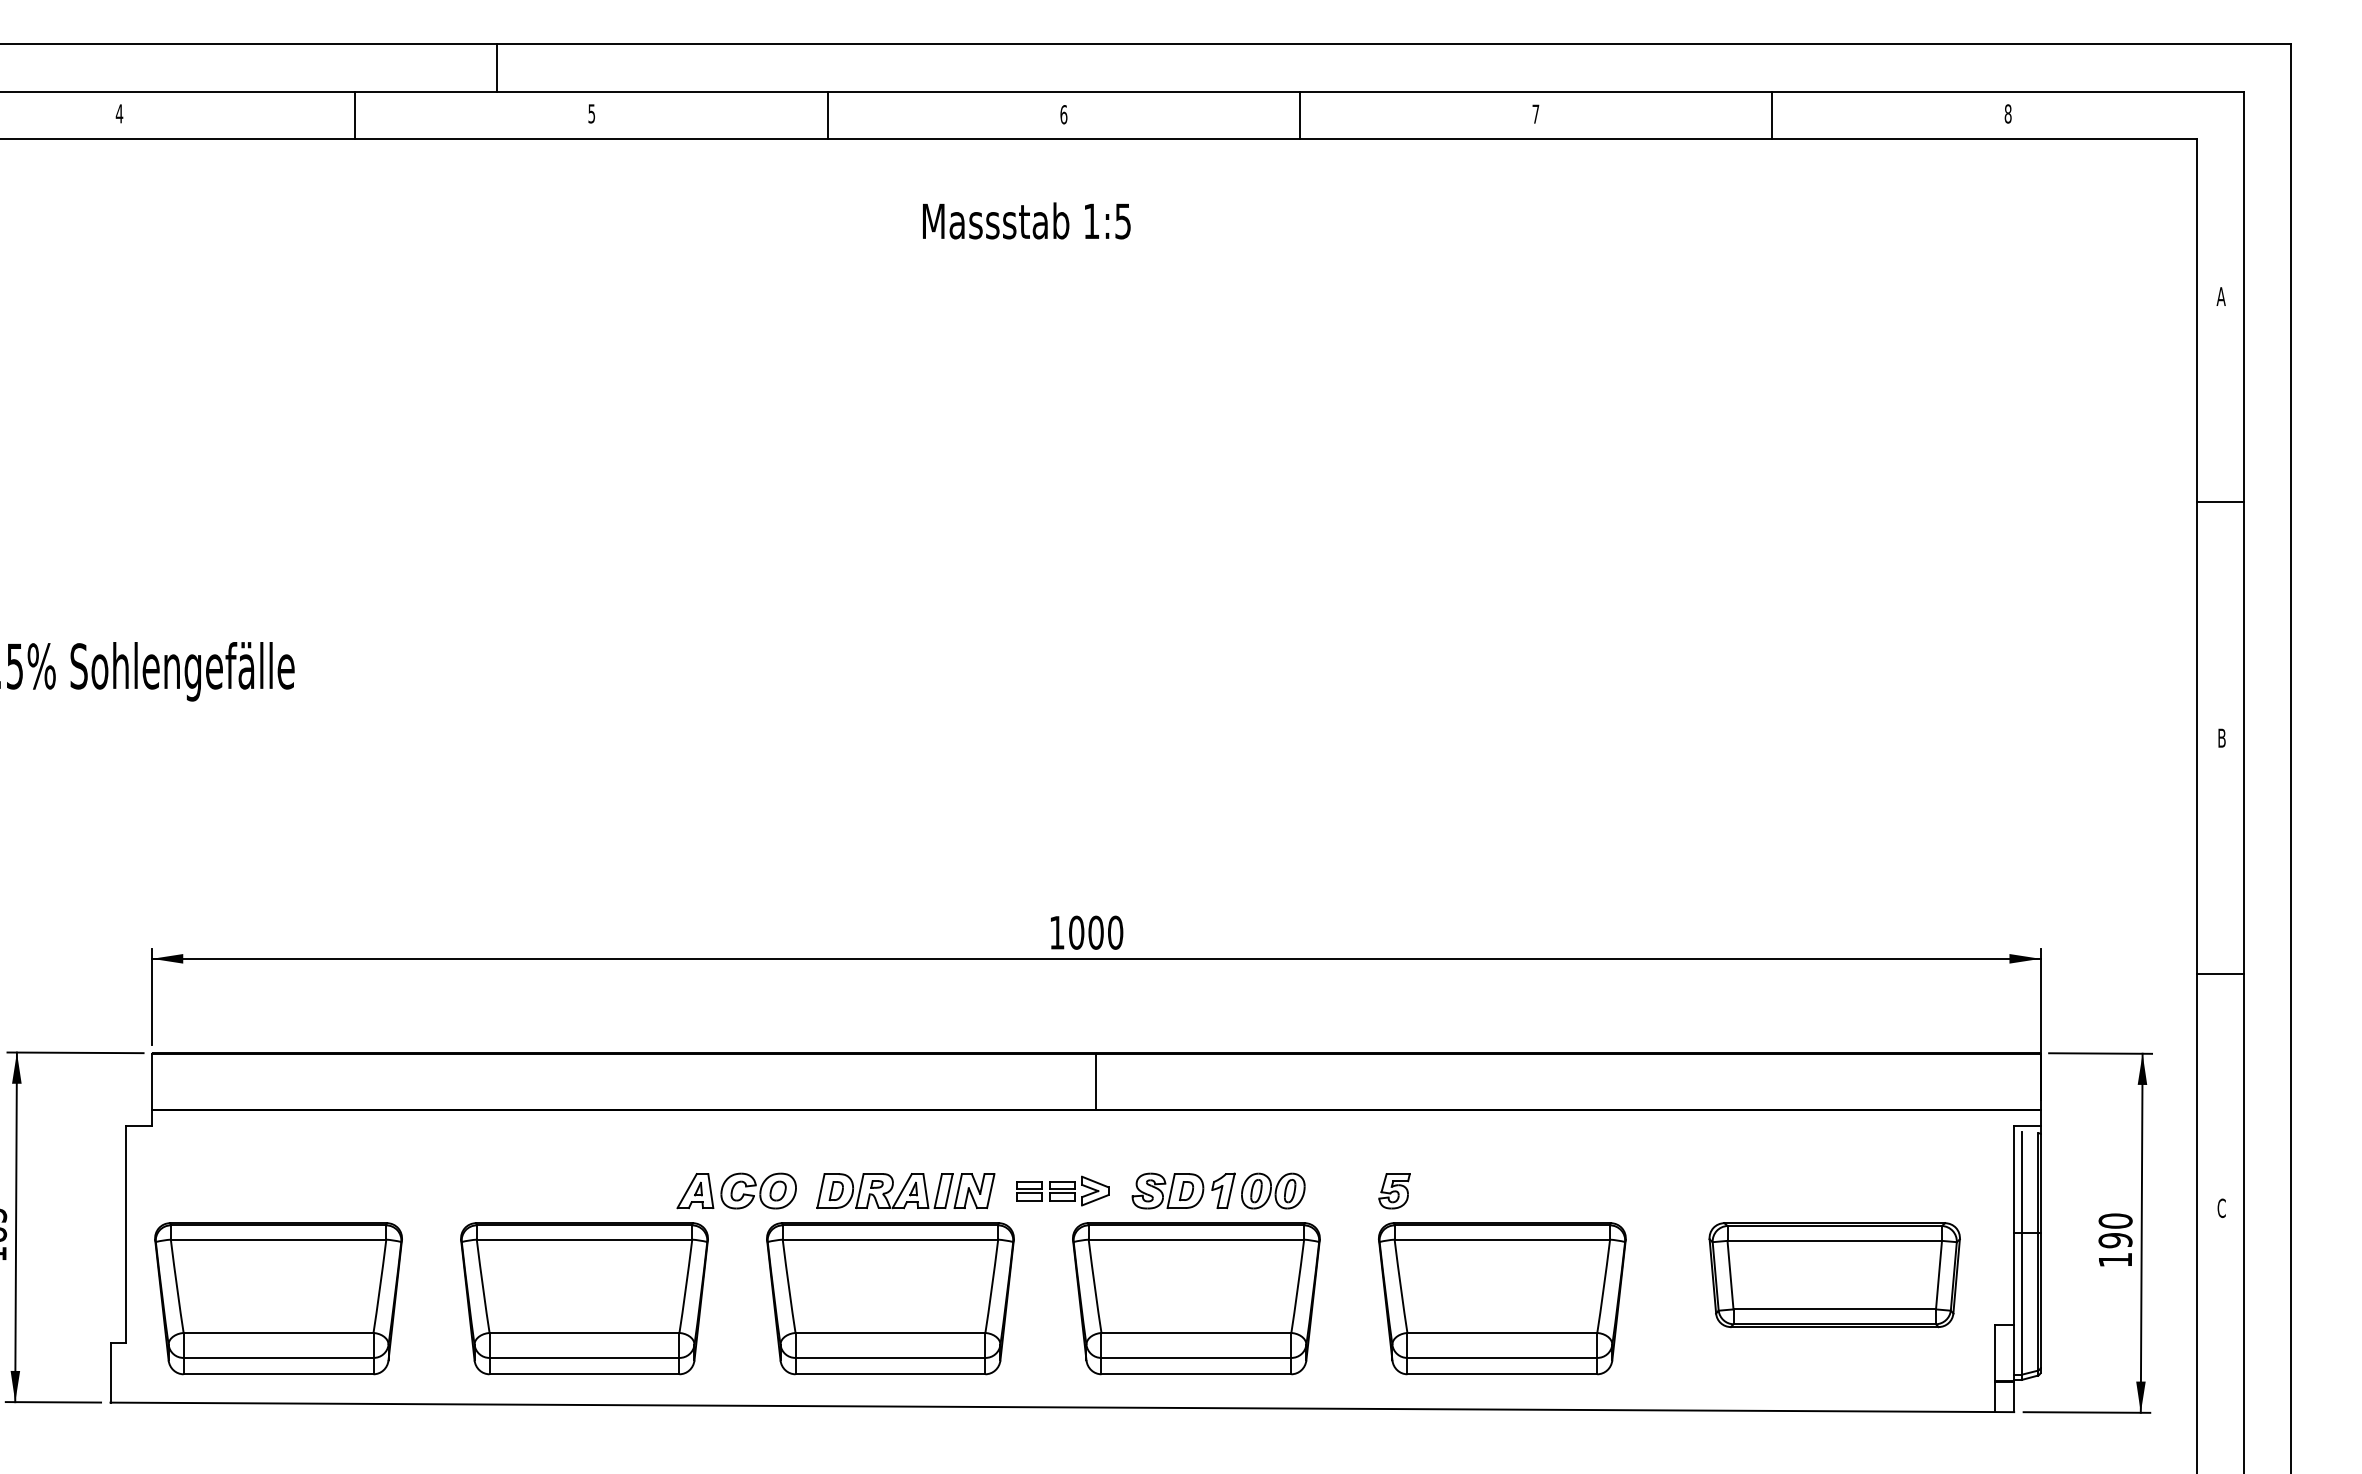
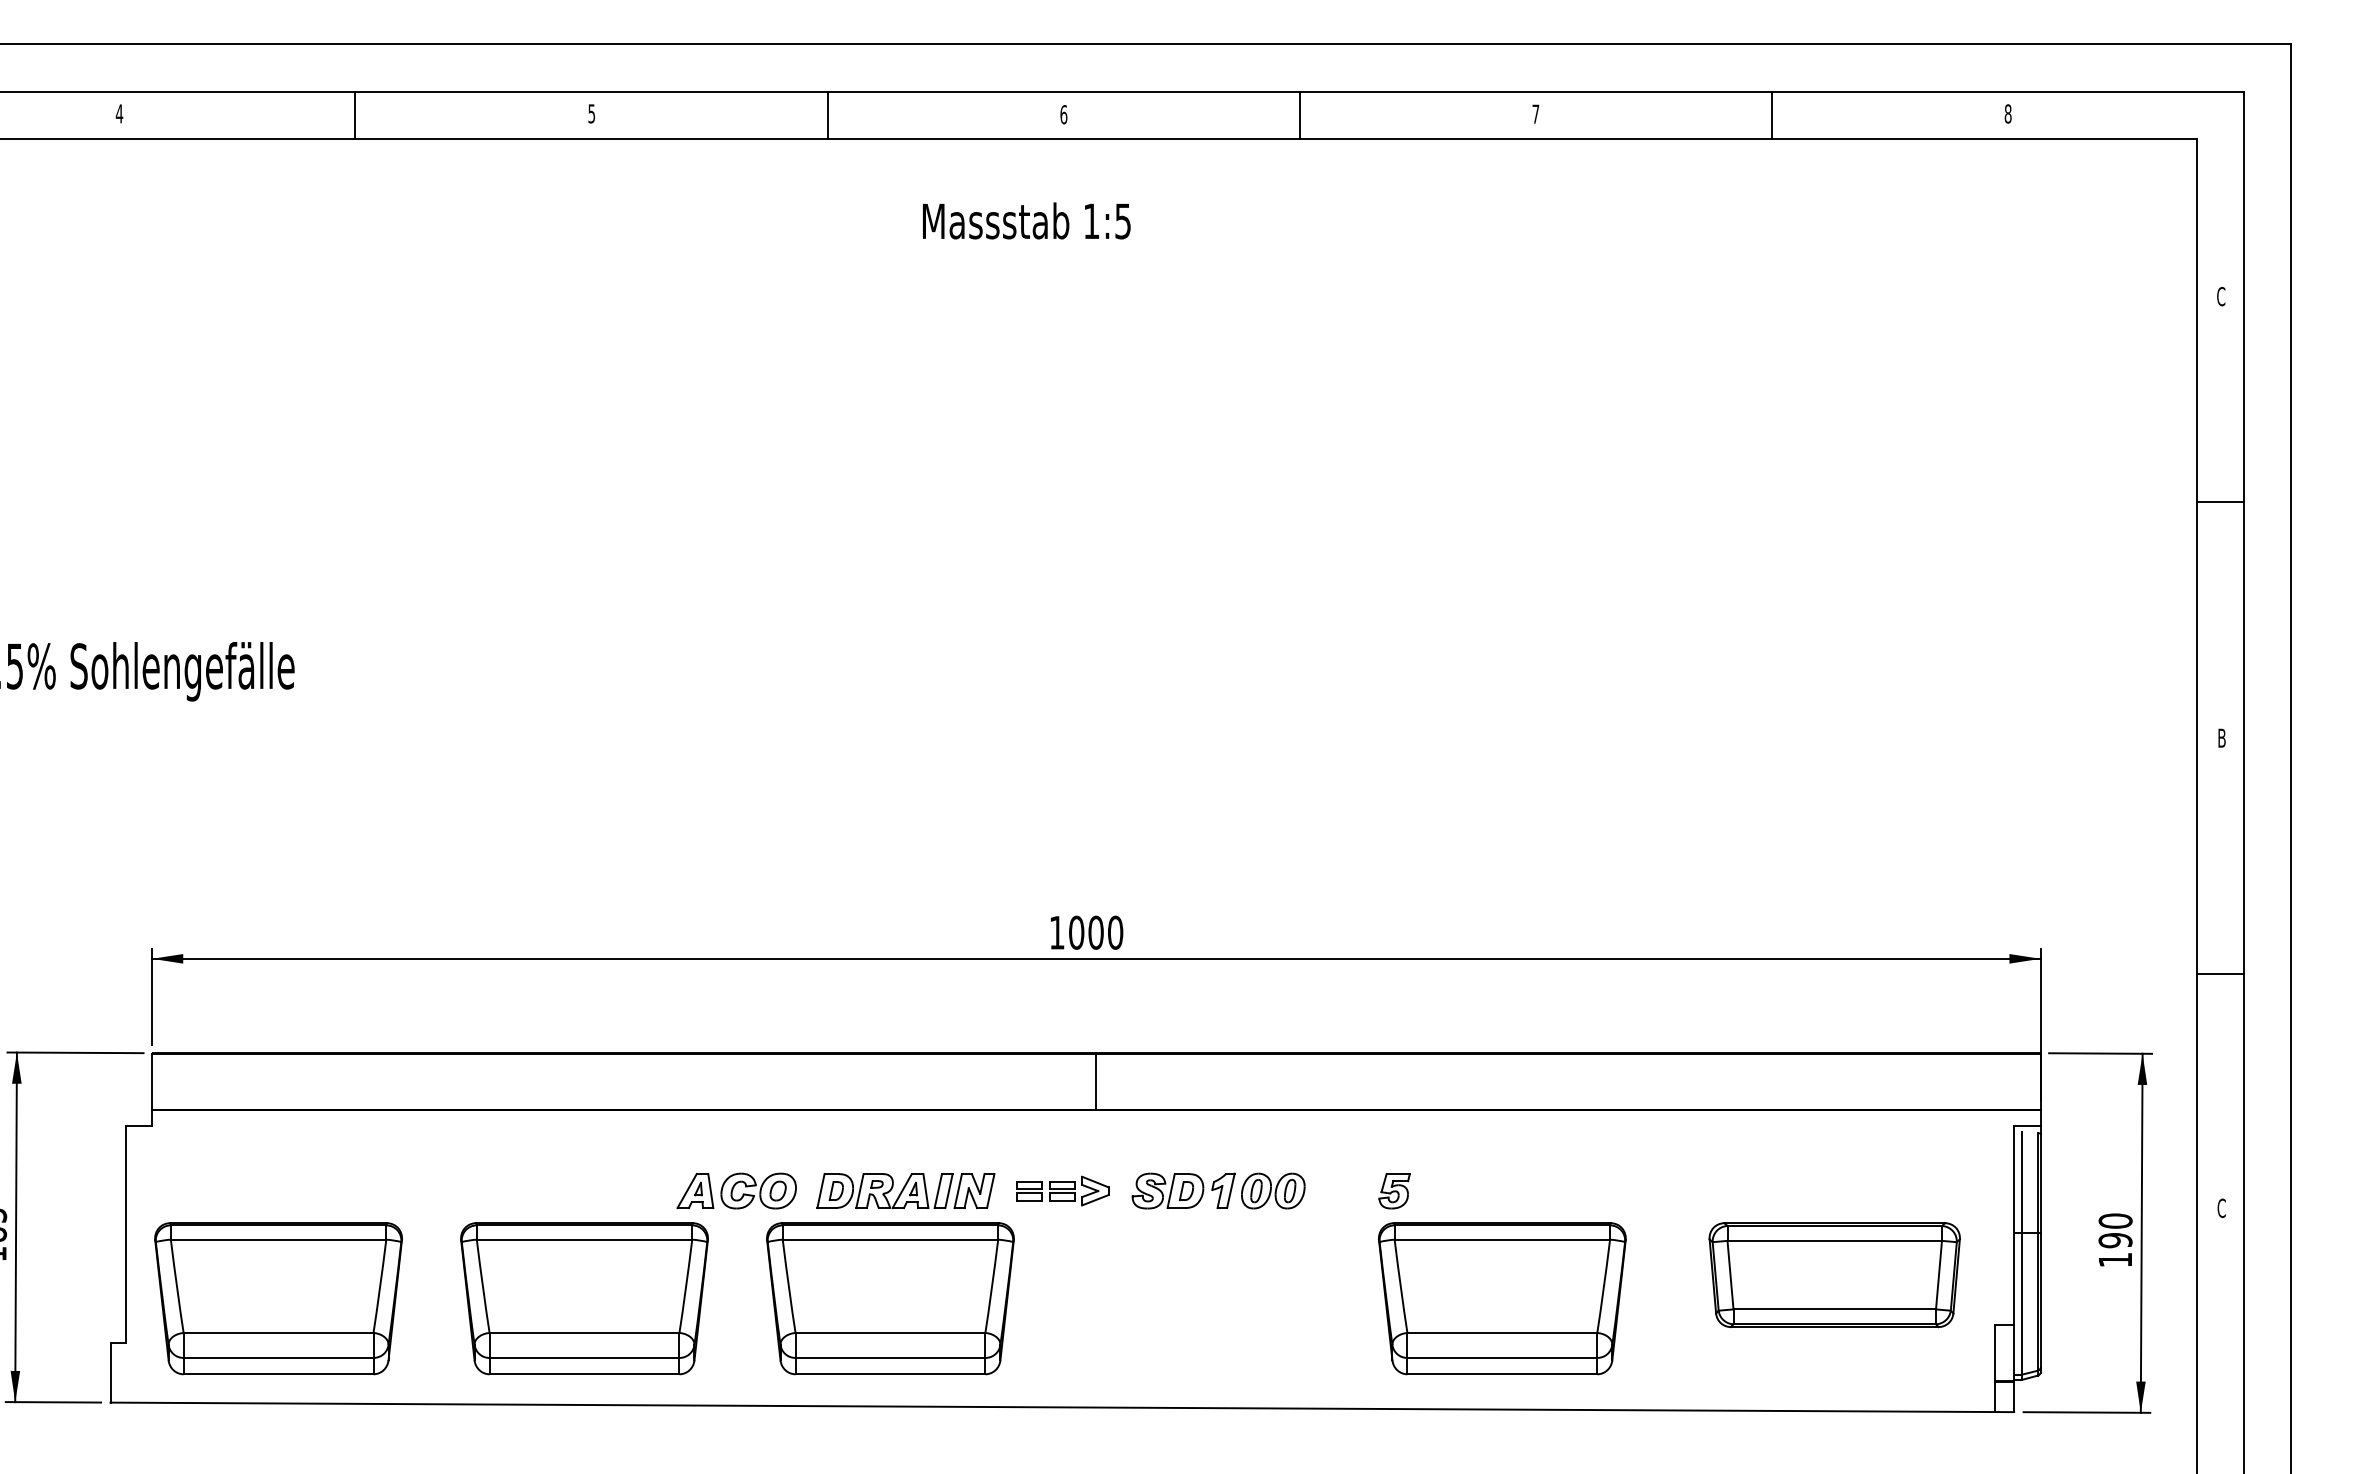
line at (497, 67): present -> none
text at (2220, 296): A -> C
part at (1196, 1298): present -> none
